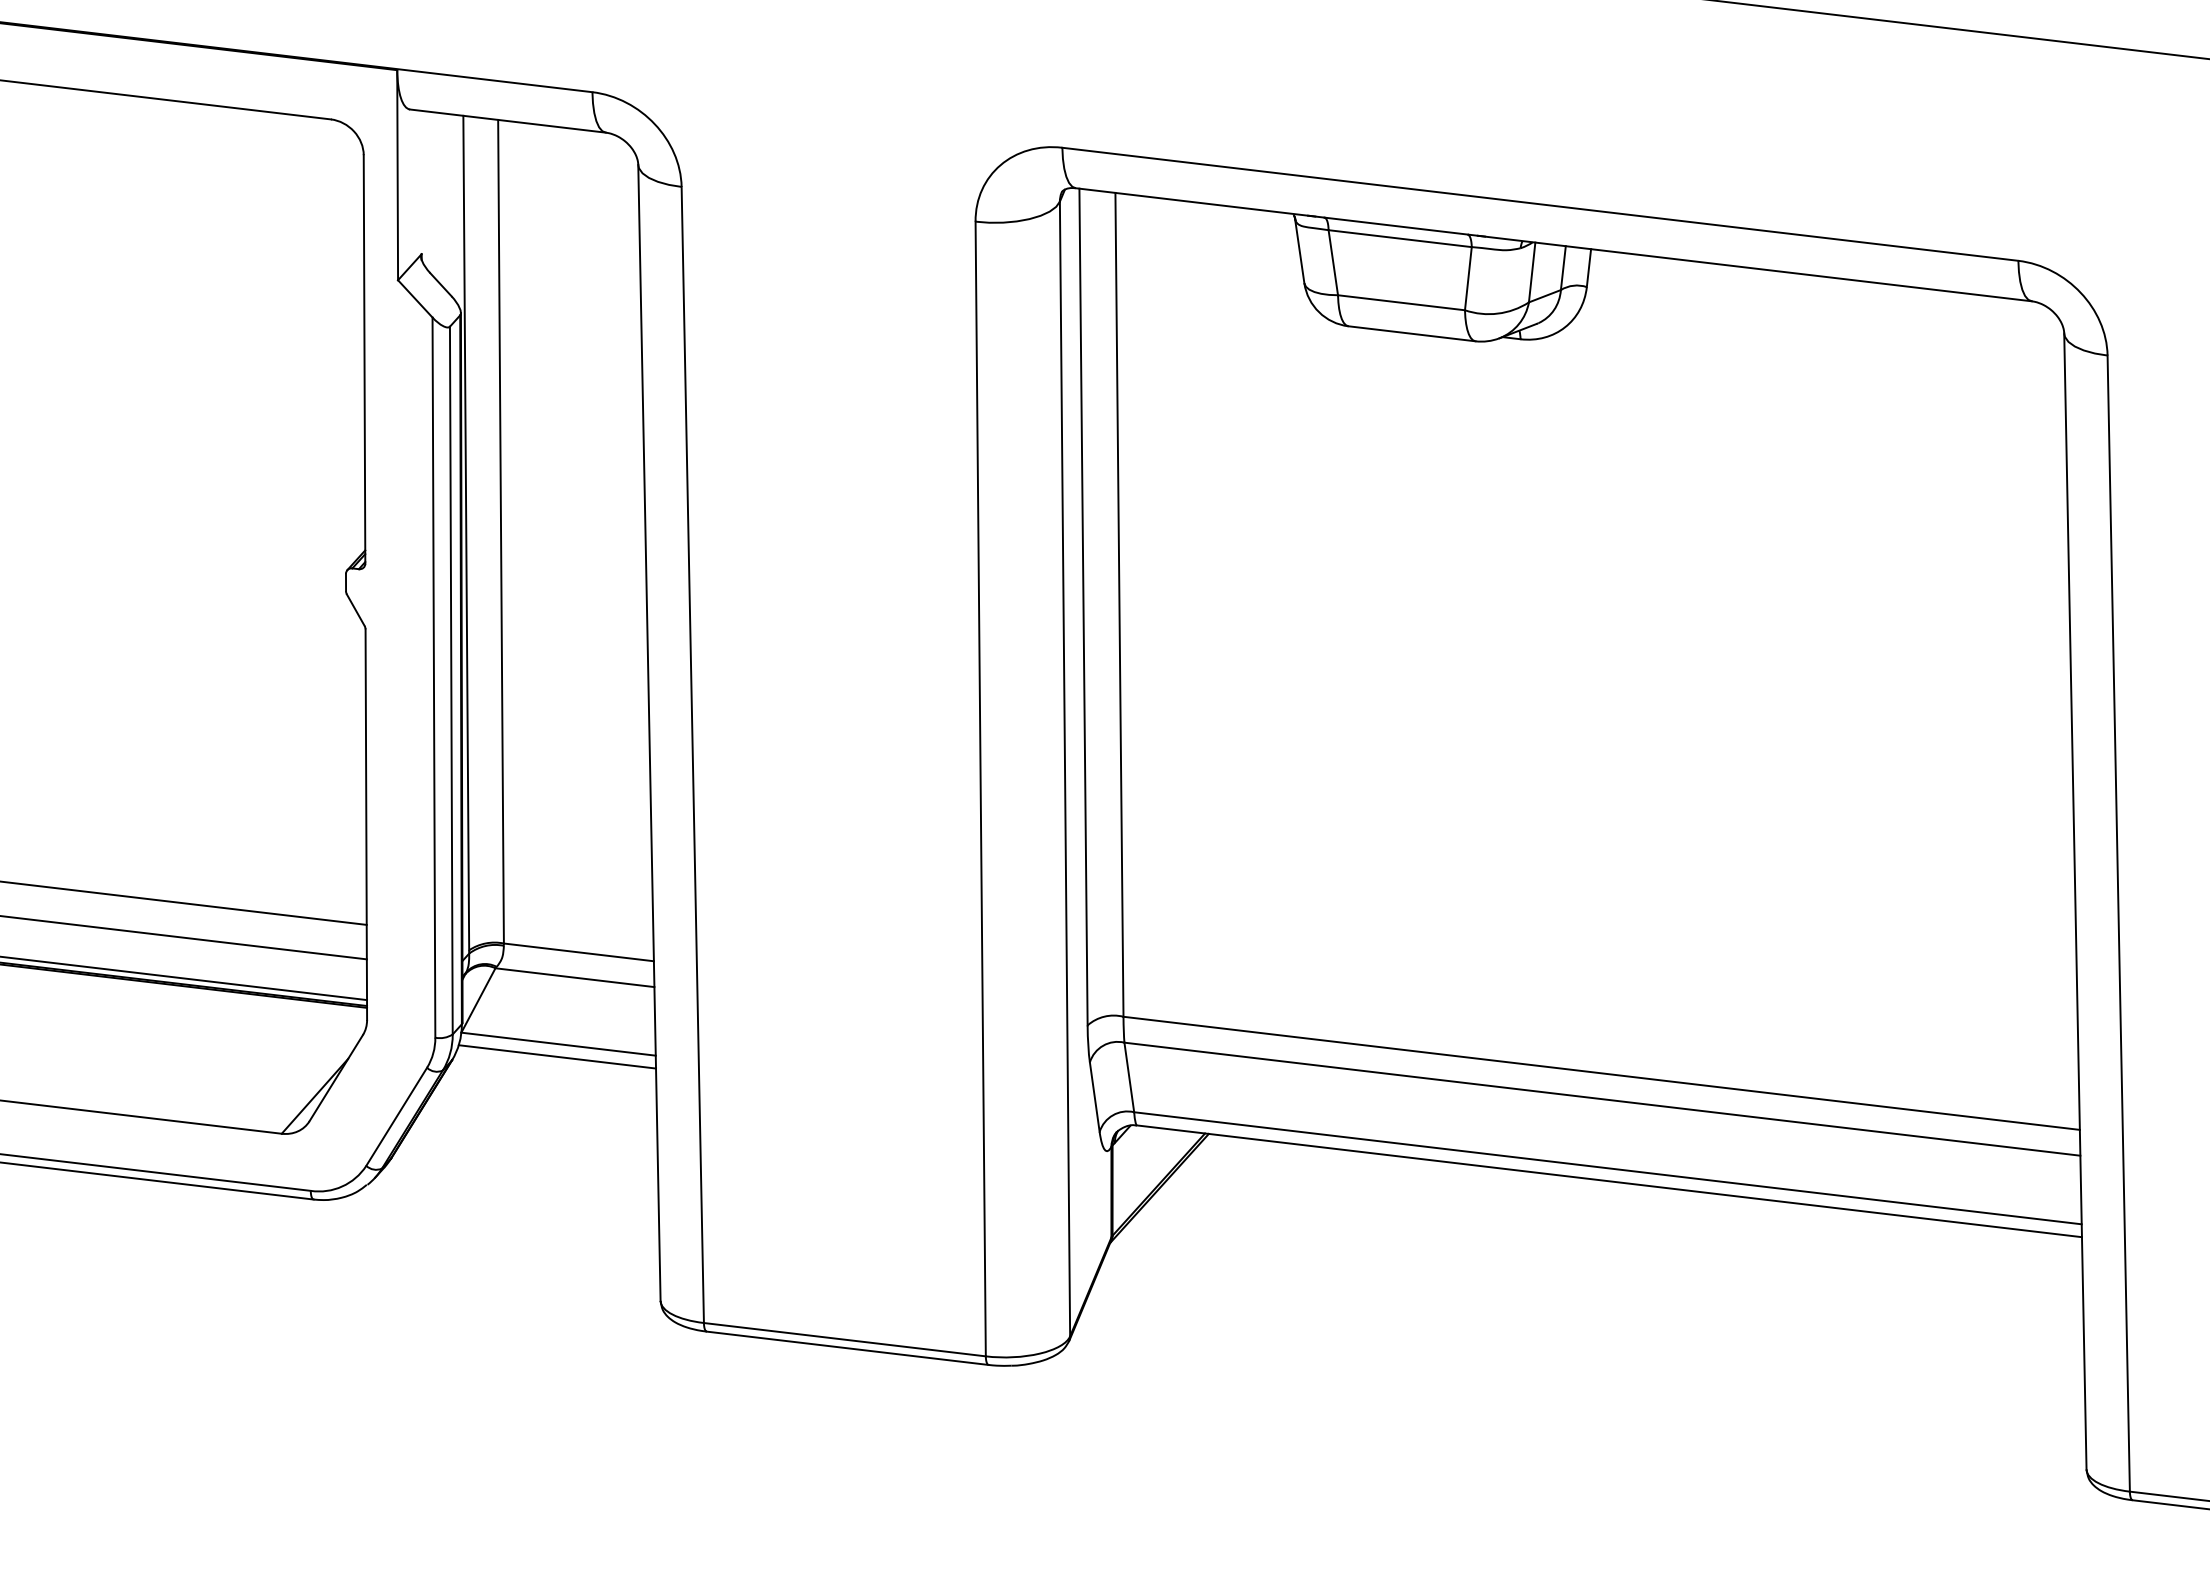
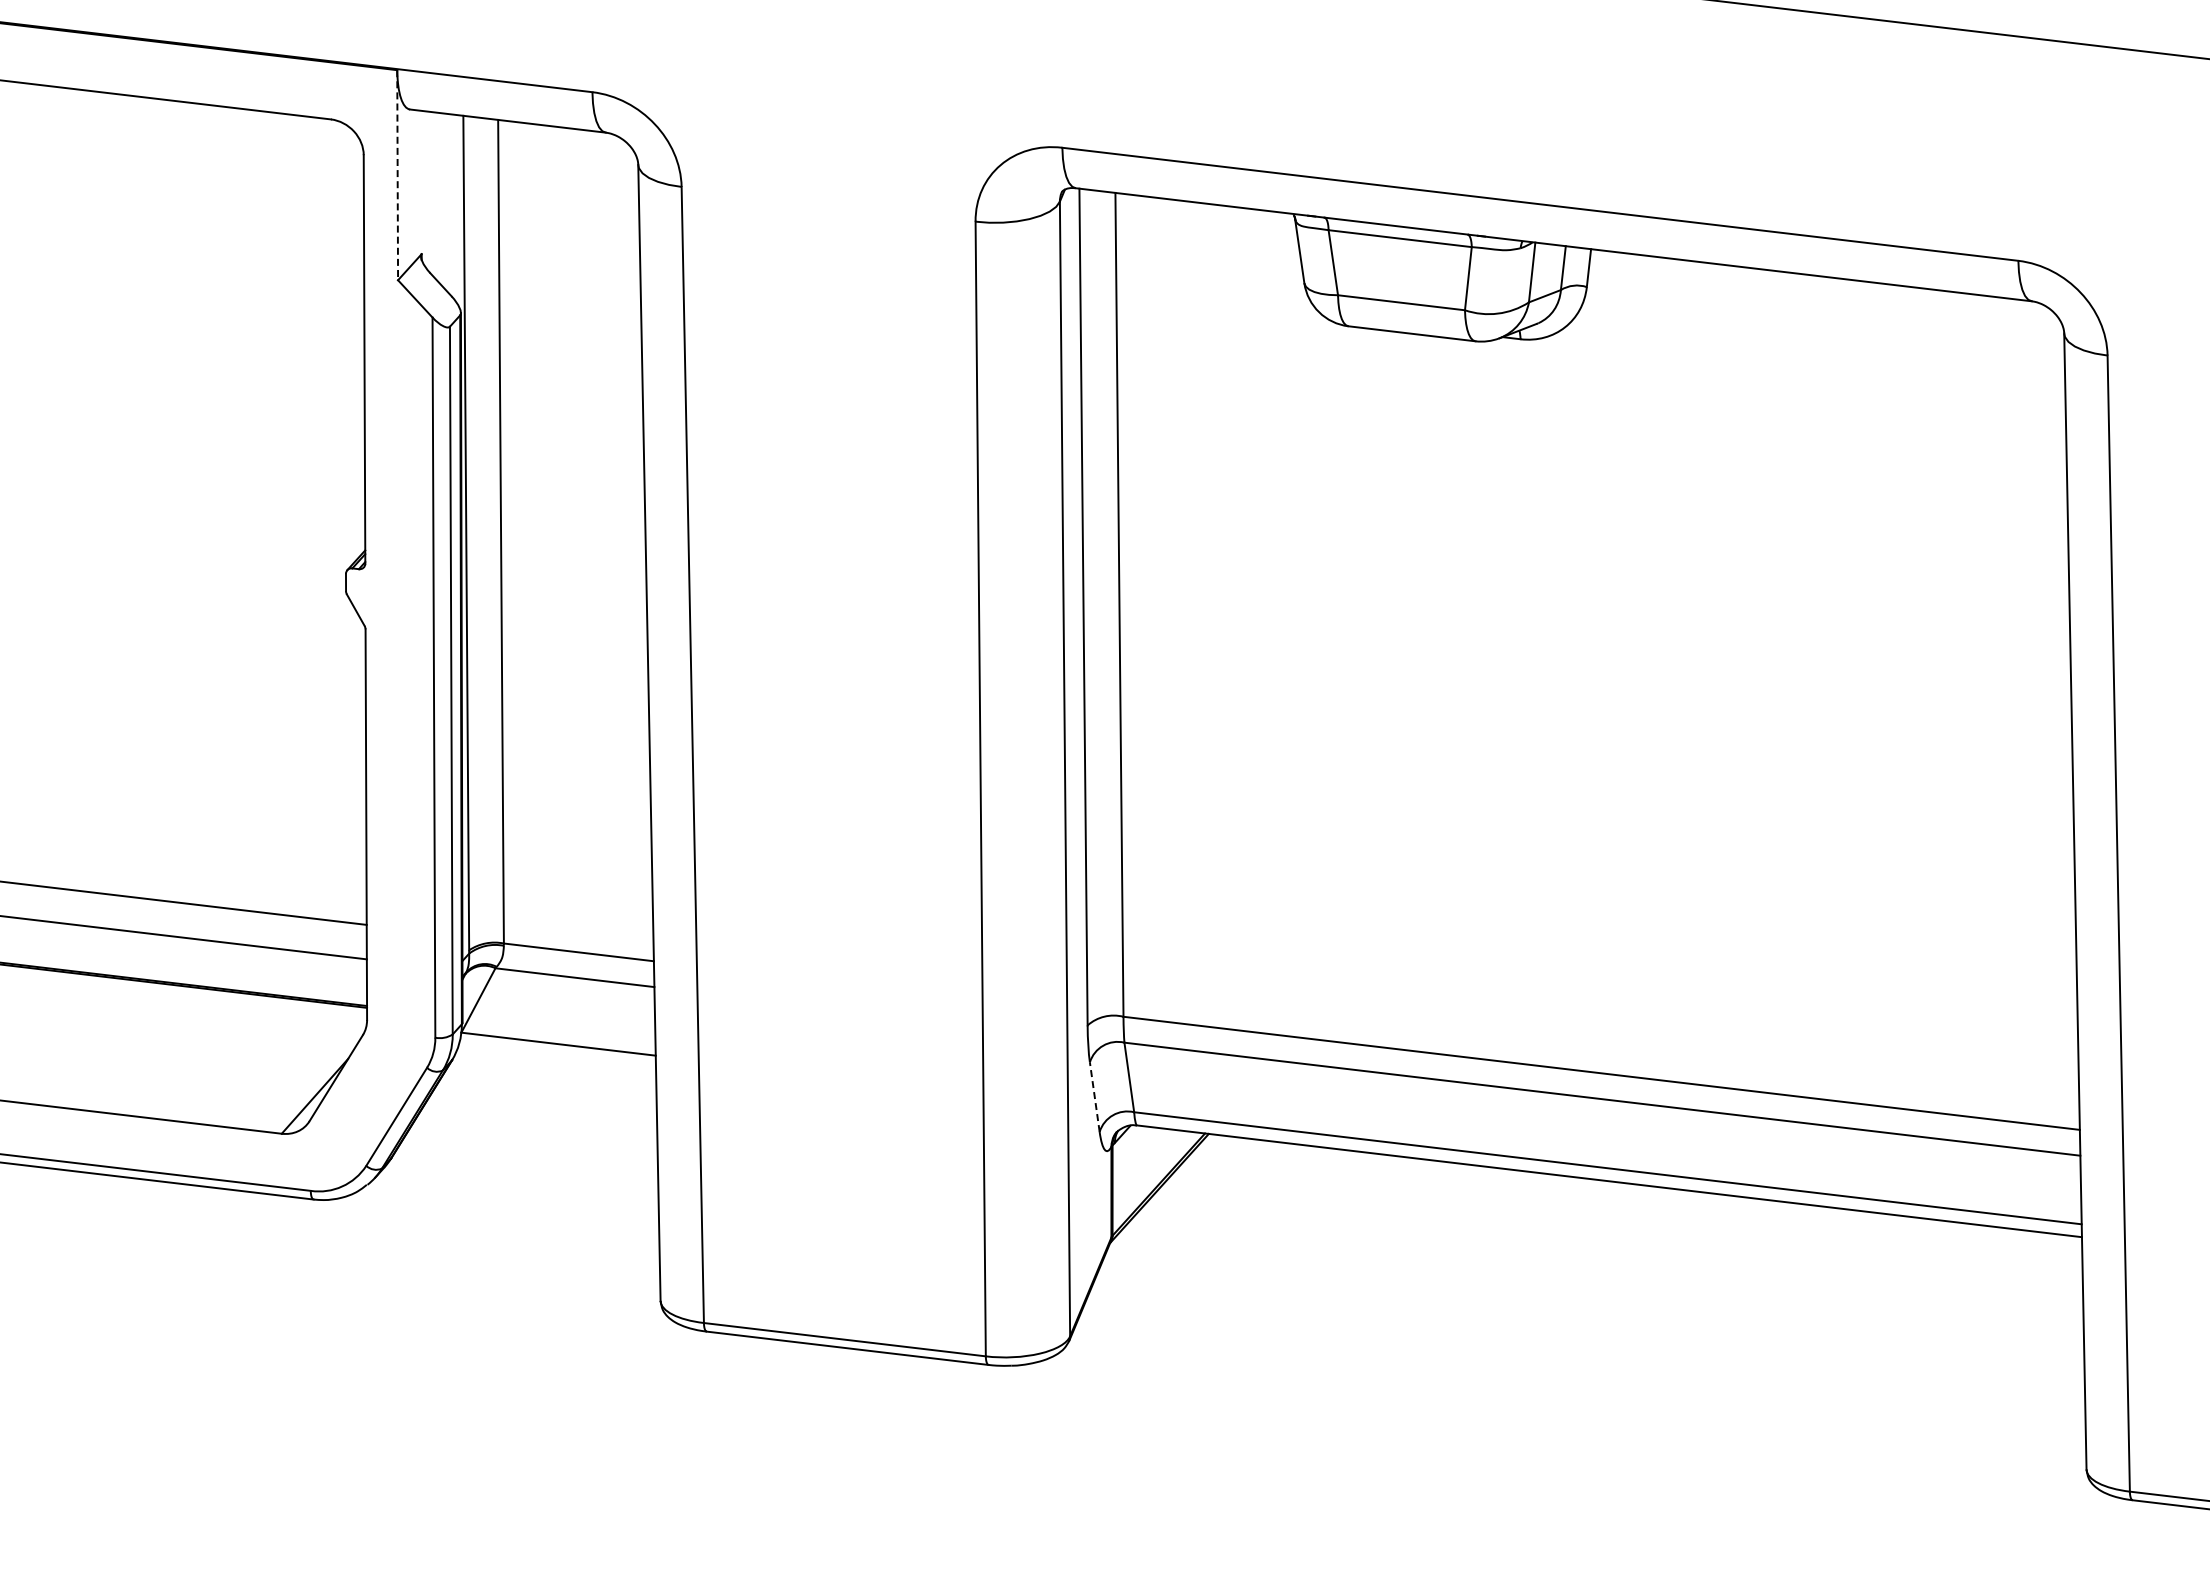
line at (397, 175): solid -> dashed
line at (184, 978): present -> none
line at (557, 1056): present -> none
line at (1094, 1096): solid -> dashed
